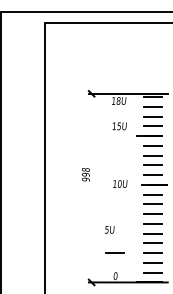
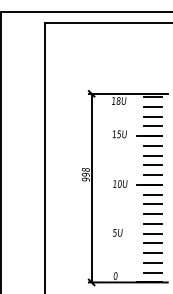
text at (119, 126) position: (119, 126) -> (119, 134)
line at (154, 184) position: (154, 184) -> (149, 184)
line at (91, 187): none -> present
text at (109, 229) position: (109, 229) -> (117, 232)
line at (114, 252): present -> none
